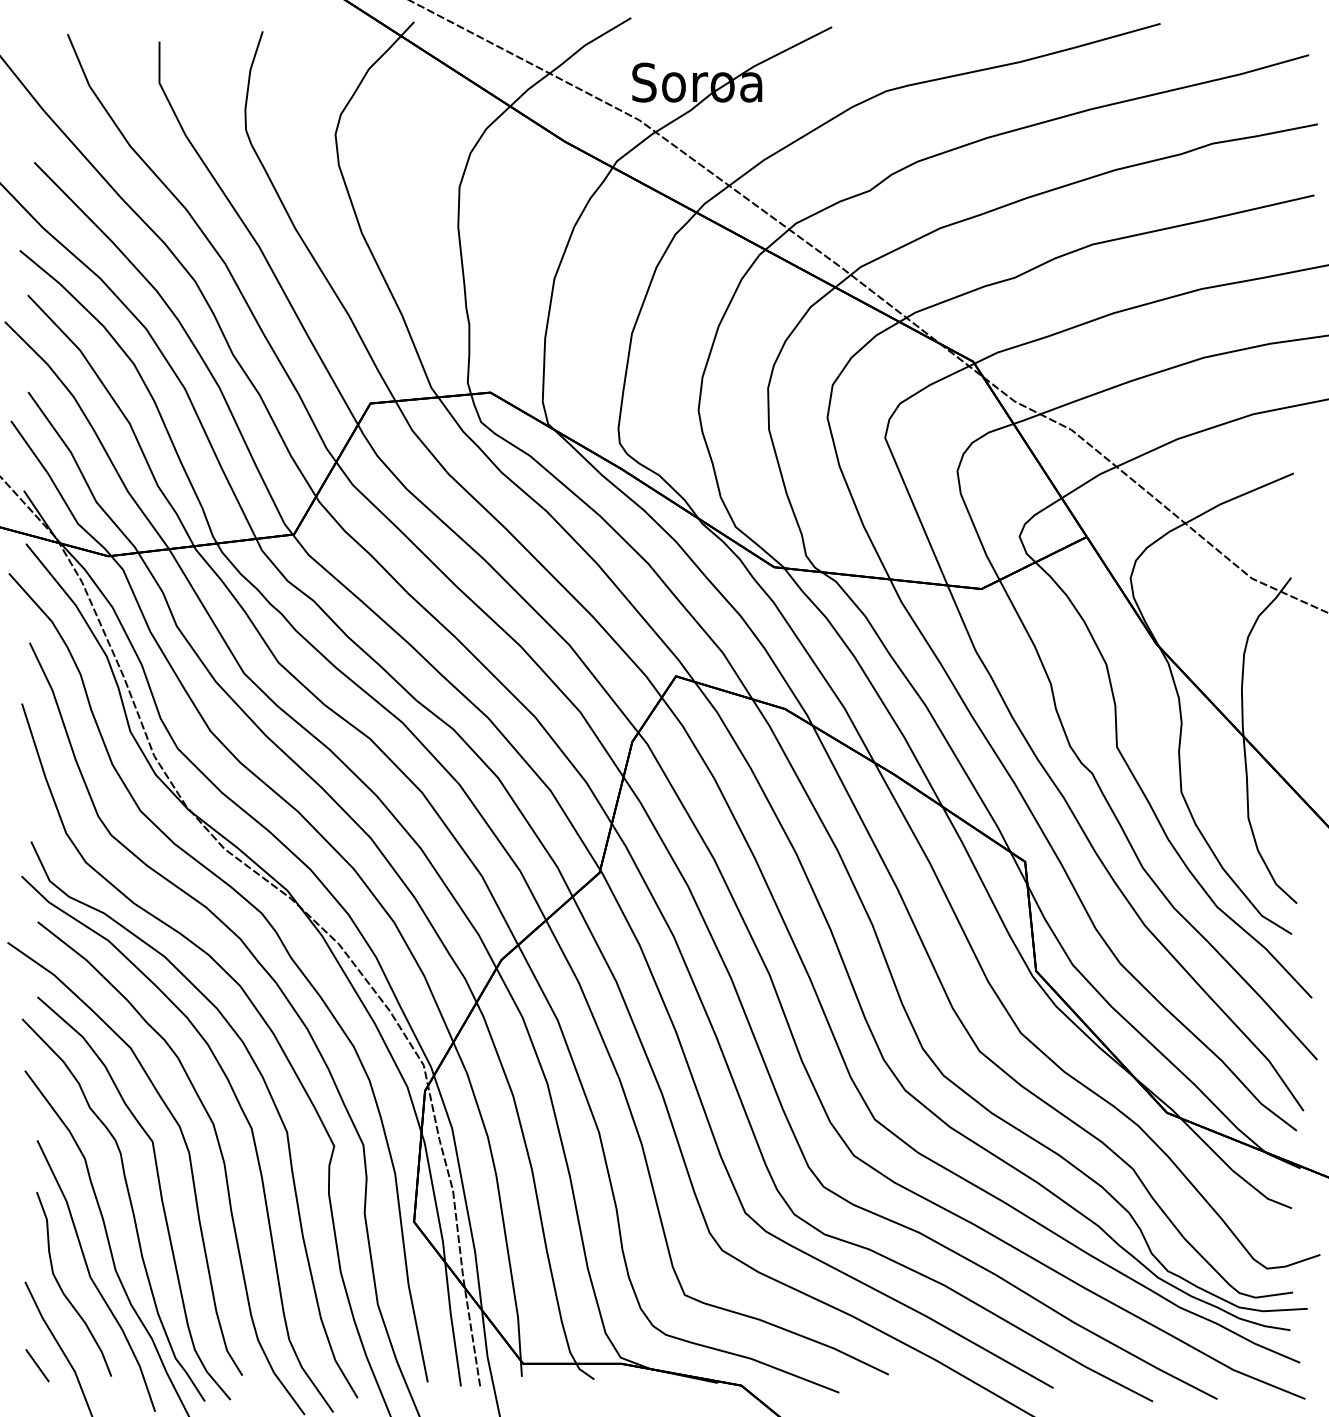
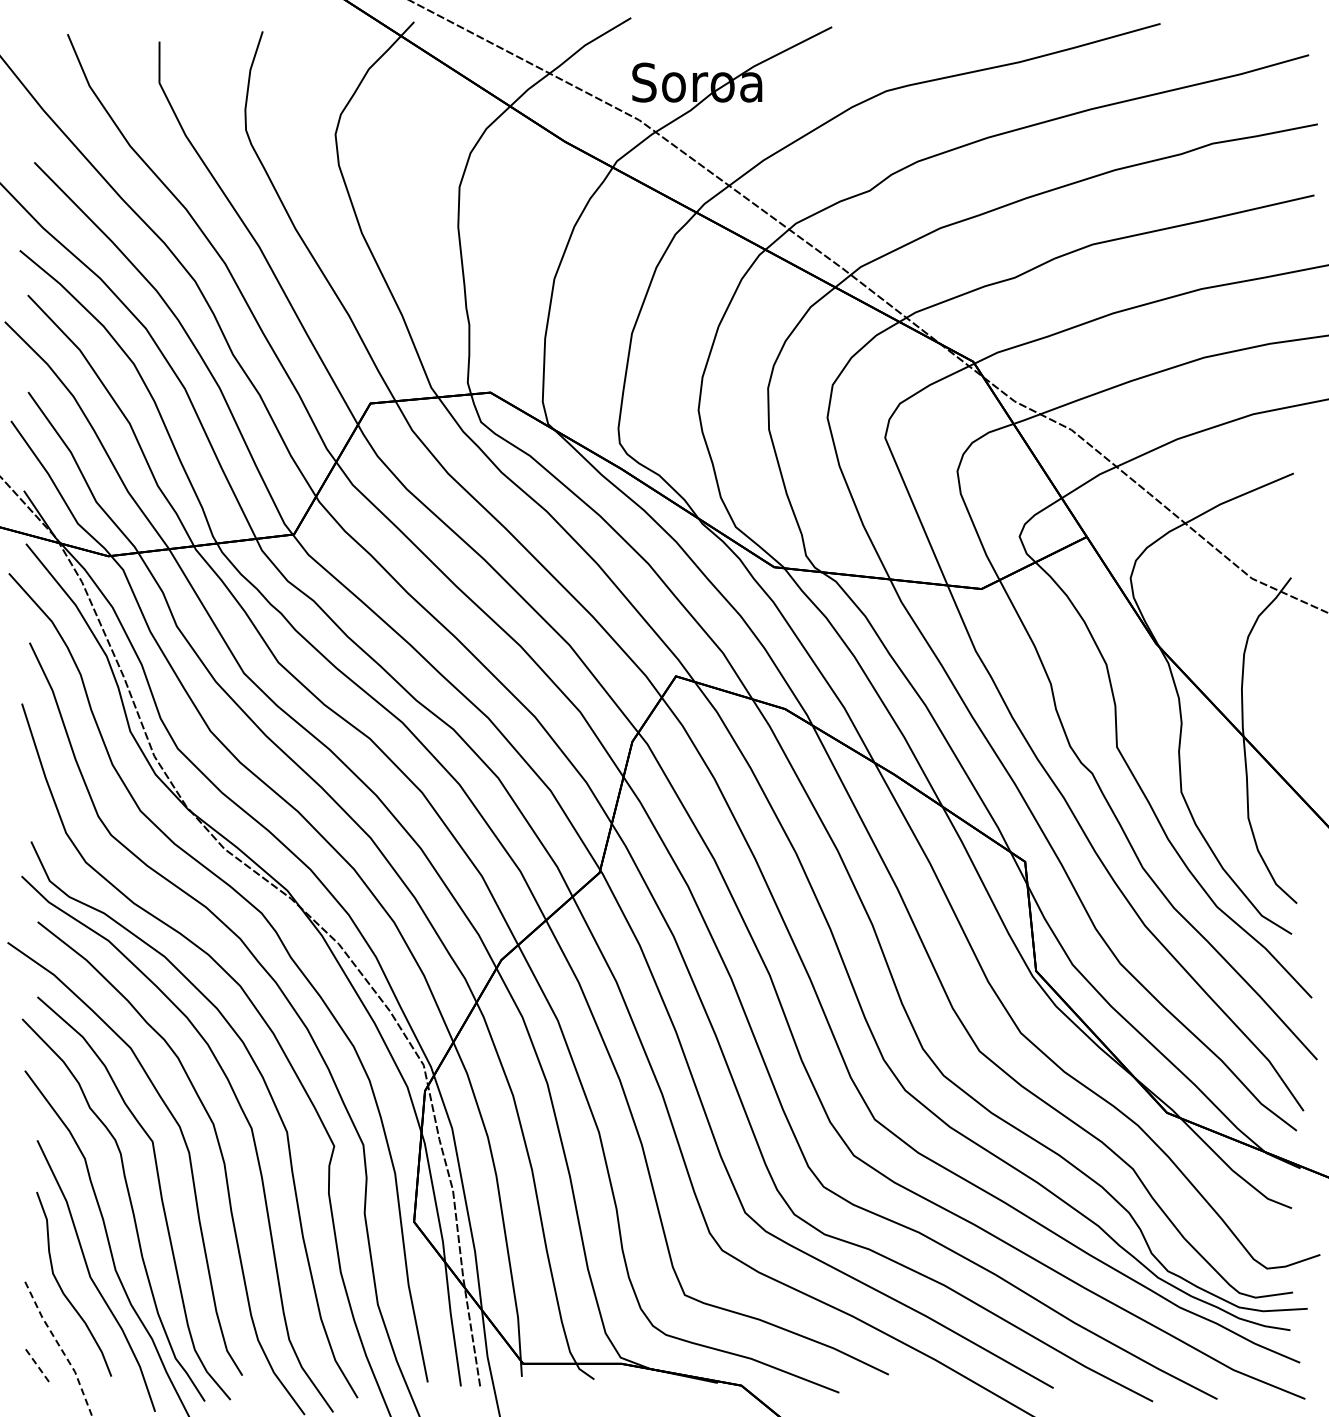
line at (60, 1348): solid -> dashed
line at (37, 1366): solid -> dashed
